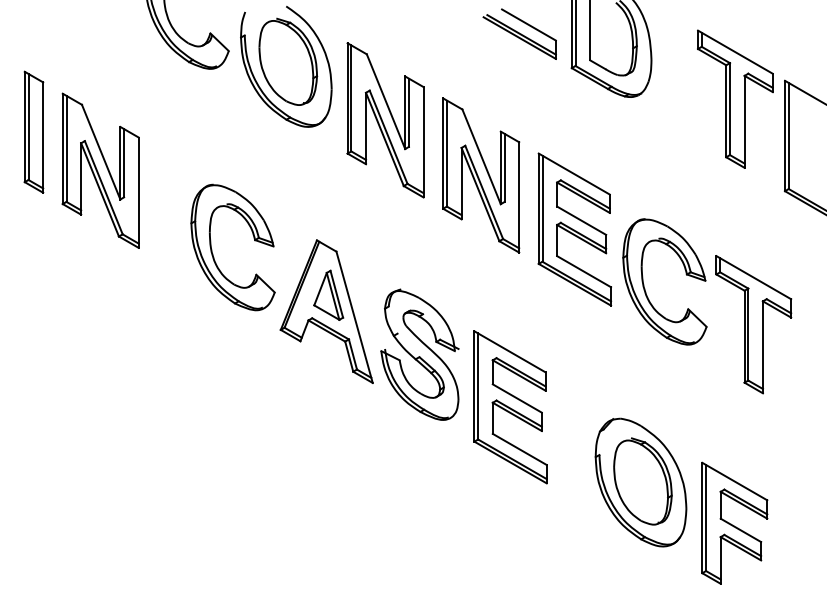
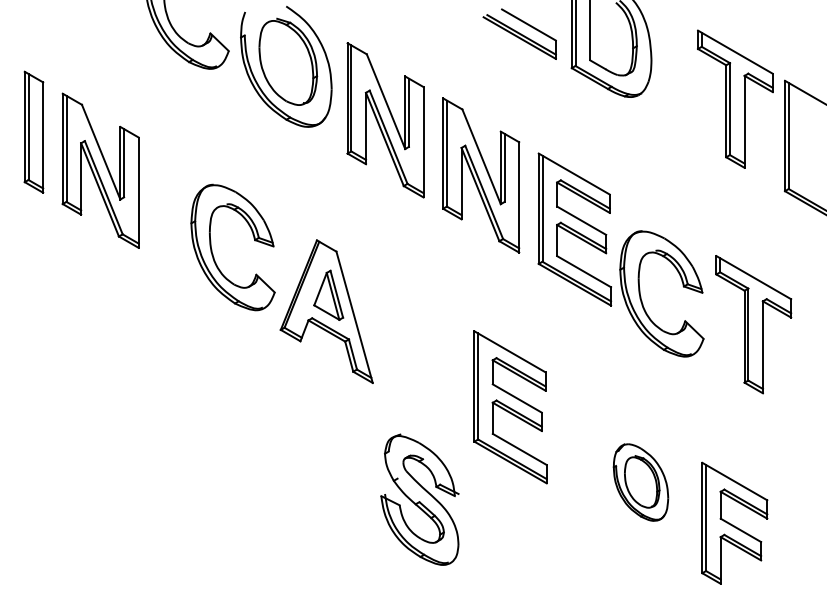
part at (644, 284) position: (644, 284) -> (641, 296)
part at (419, 354) position: (419, 354) -> (419, 499)
part at (640, 482) size: 94x131 px -> 58x79 px
